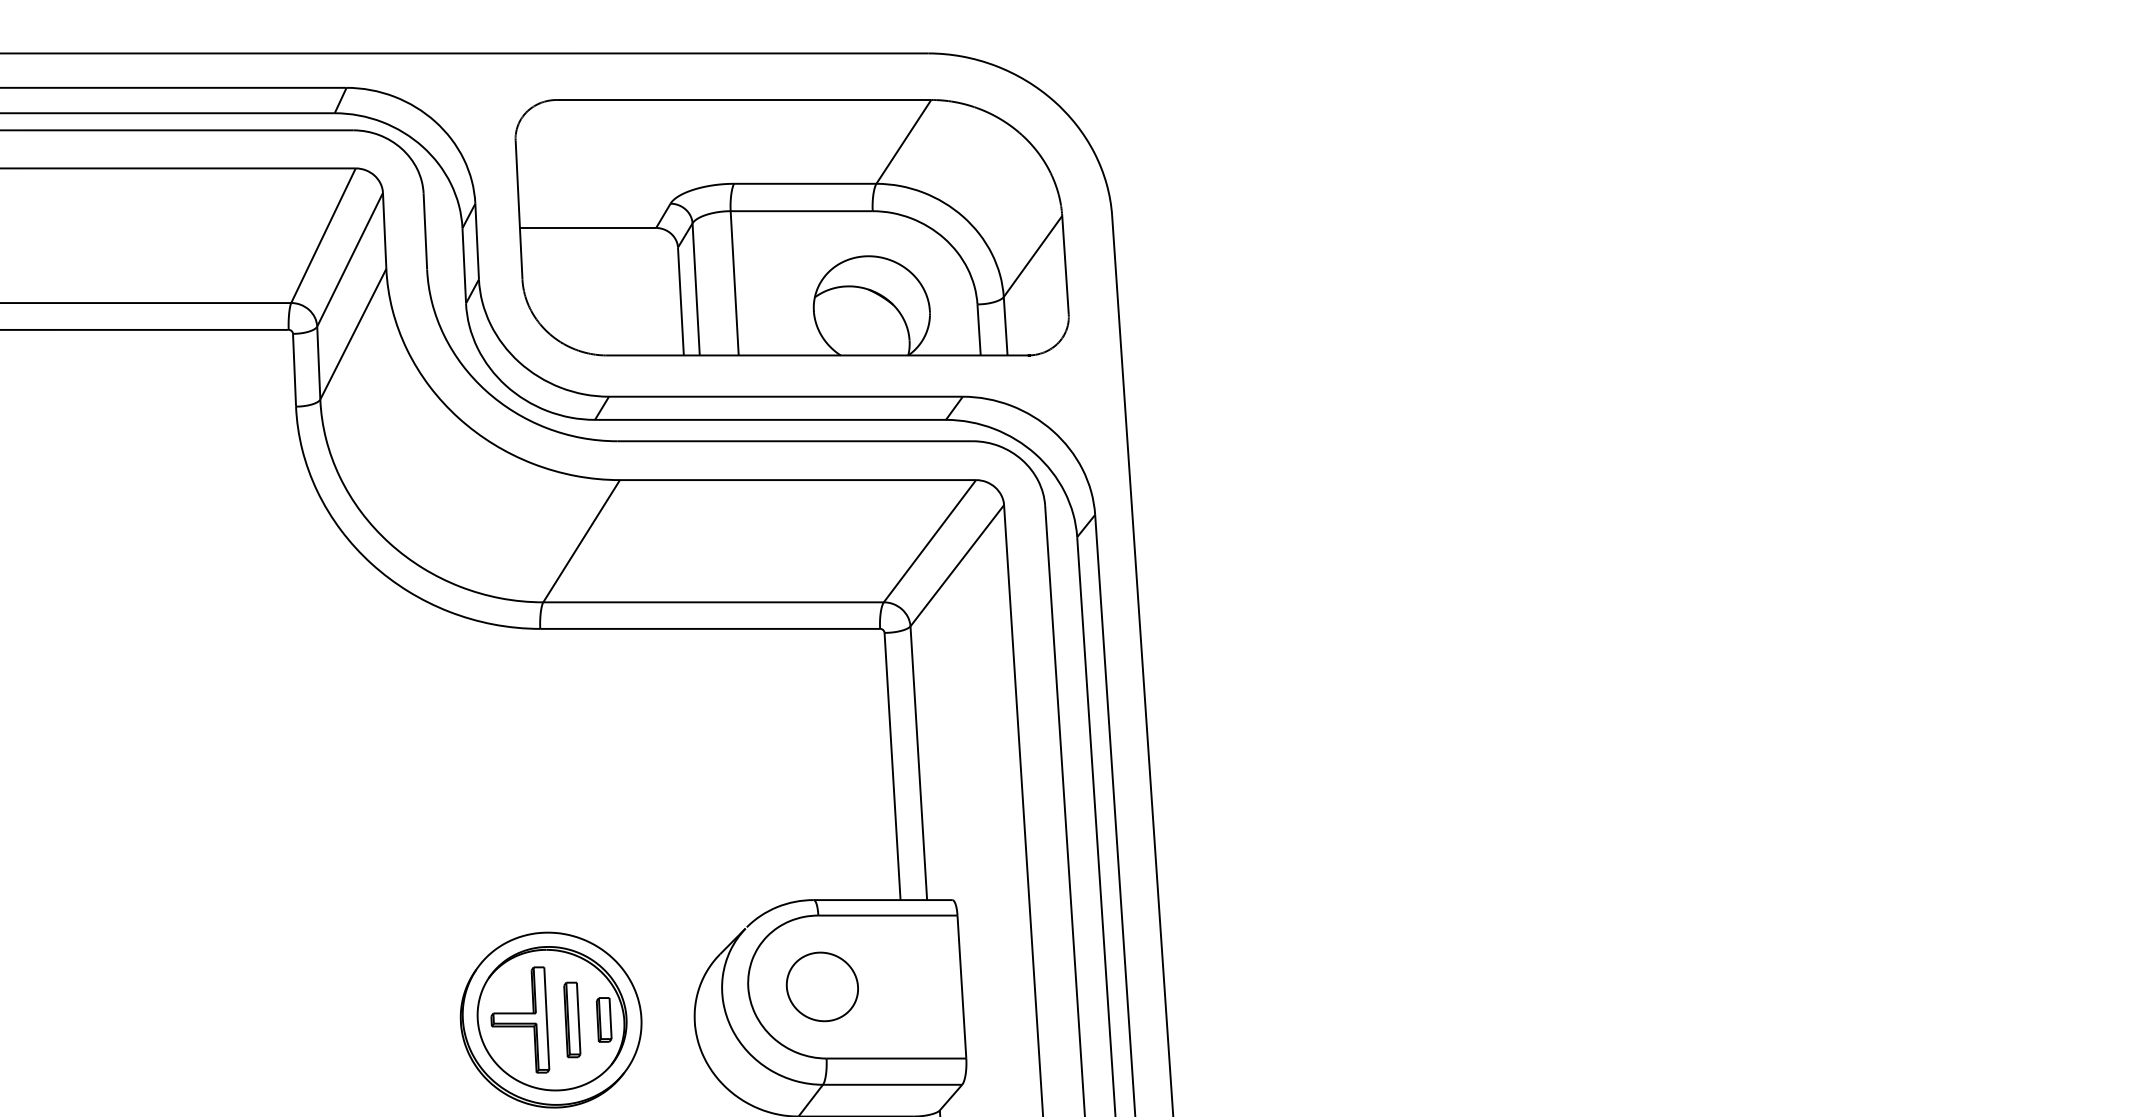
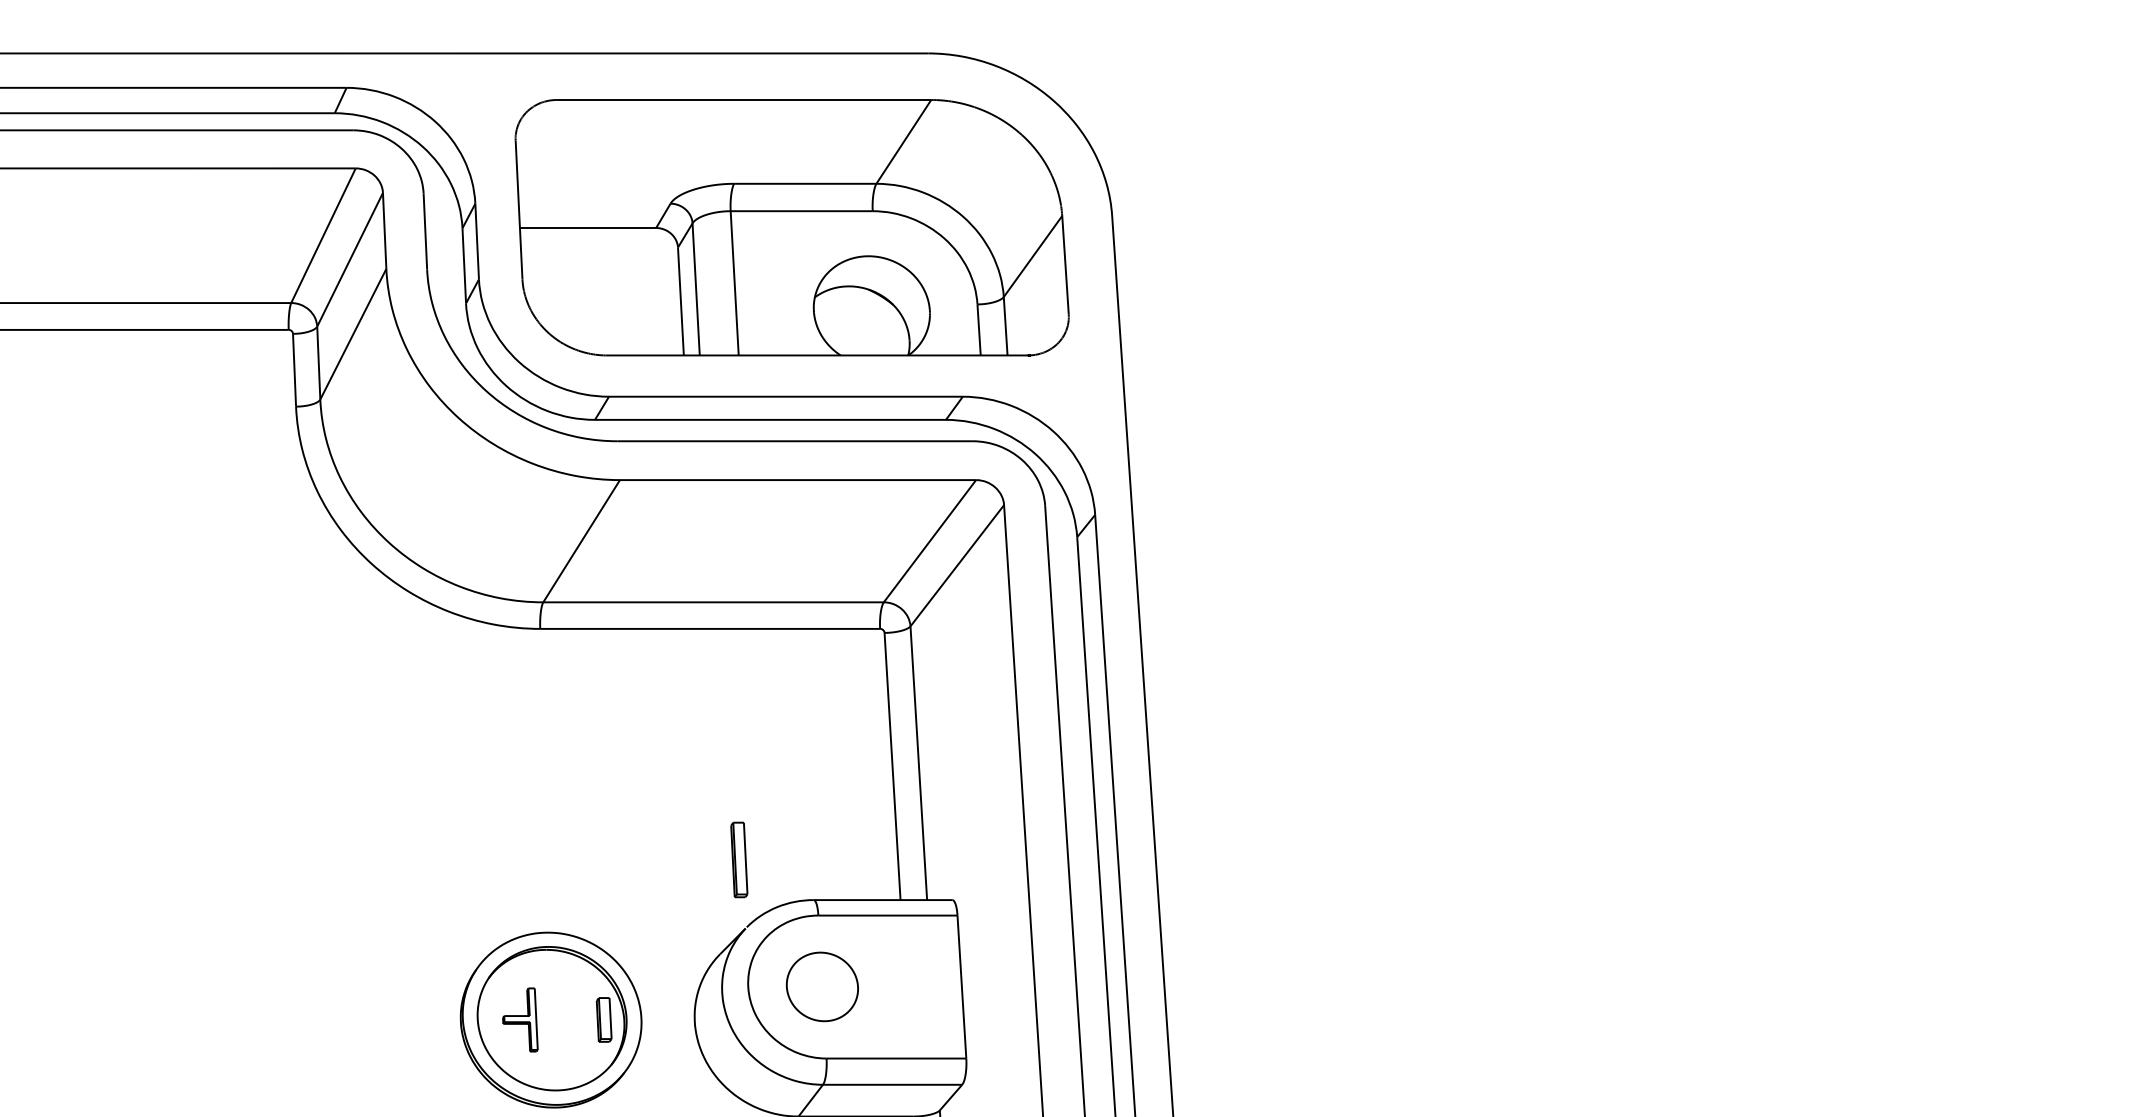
part at (520, 1019) size: 61x108 px -> 37x66 px
part at (572, 1019) position: (572, 1019) -> (739, 859)
